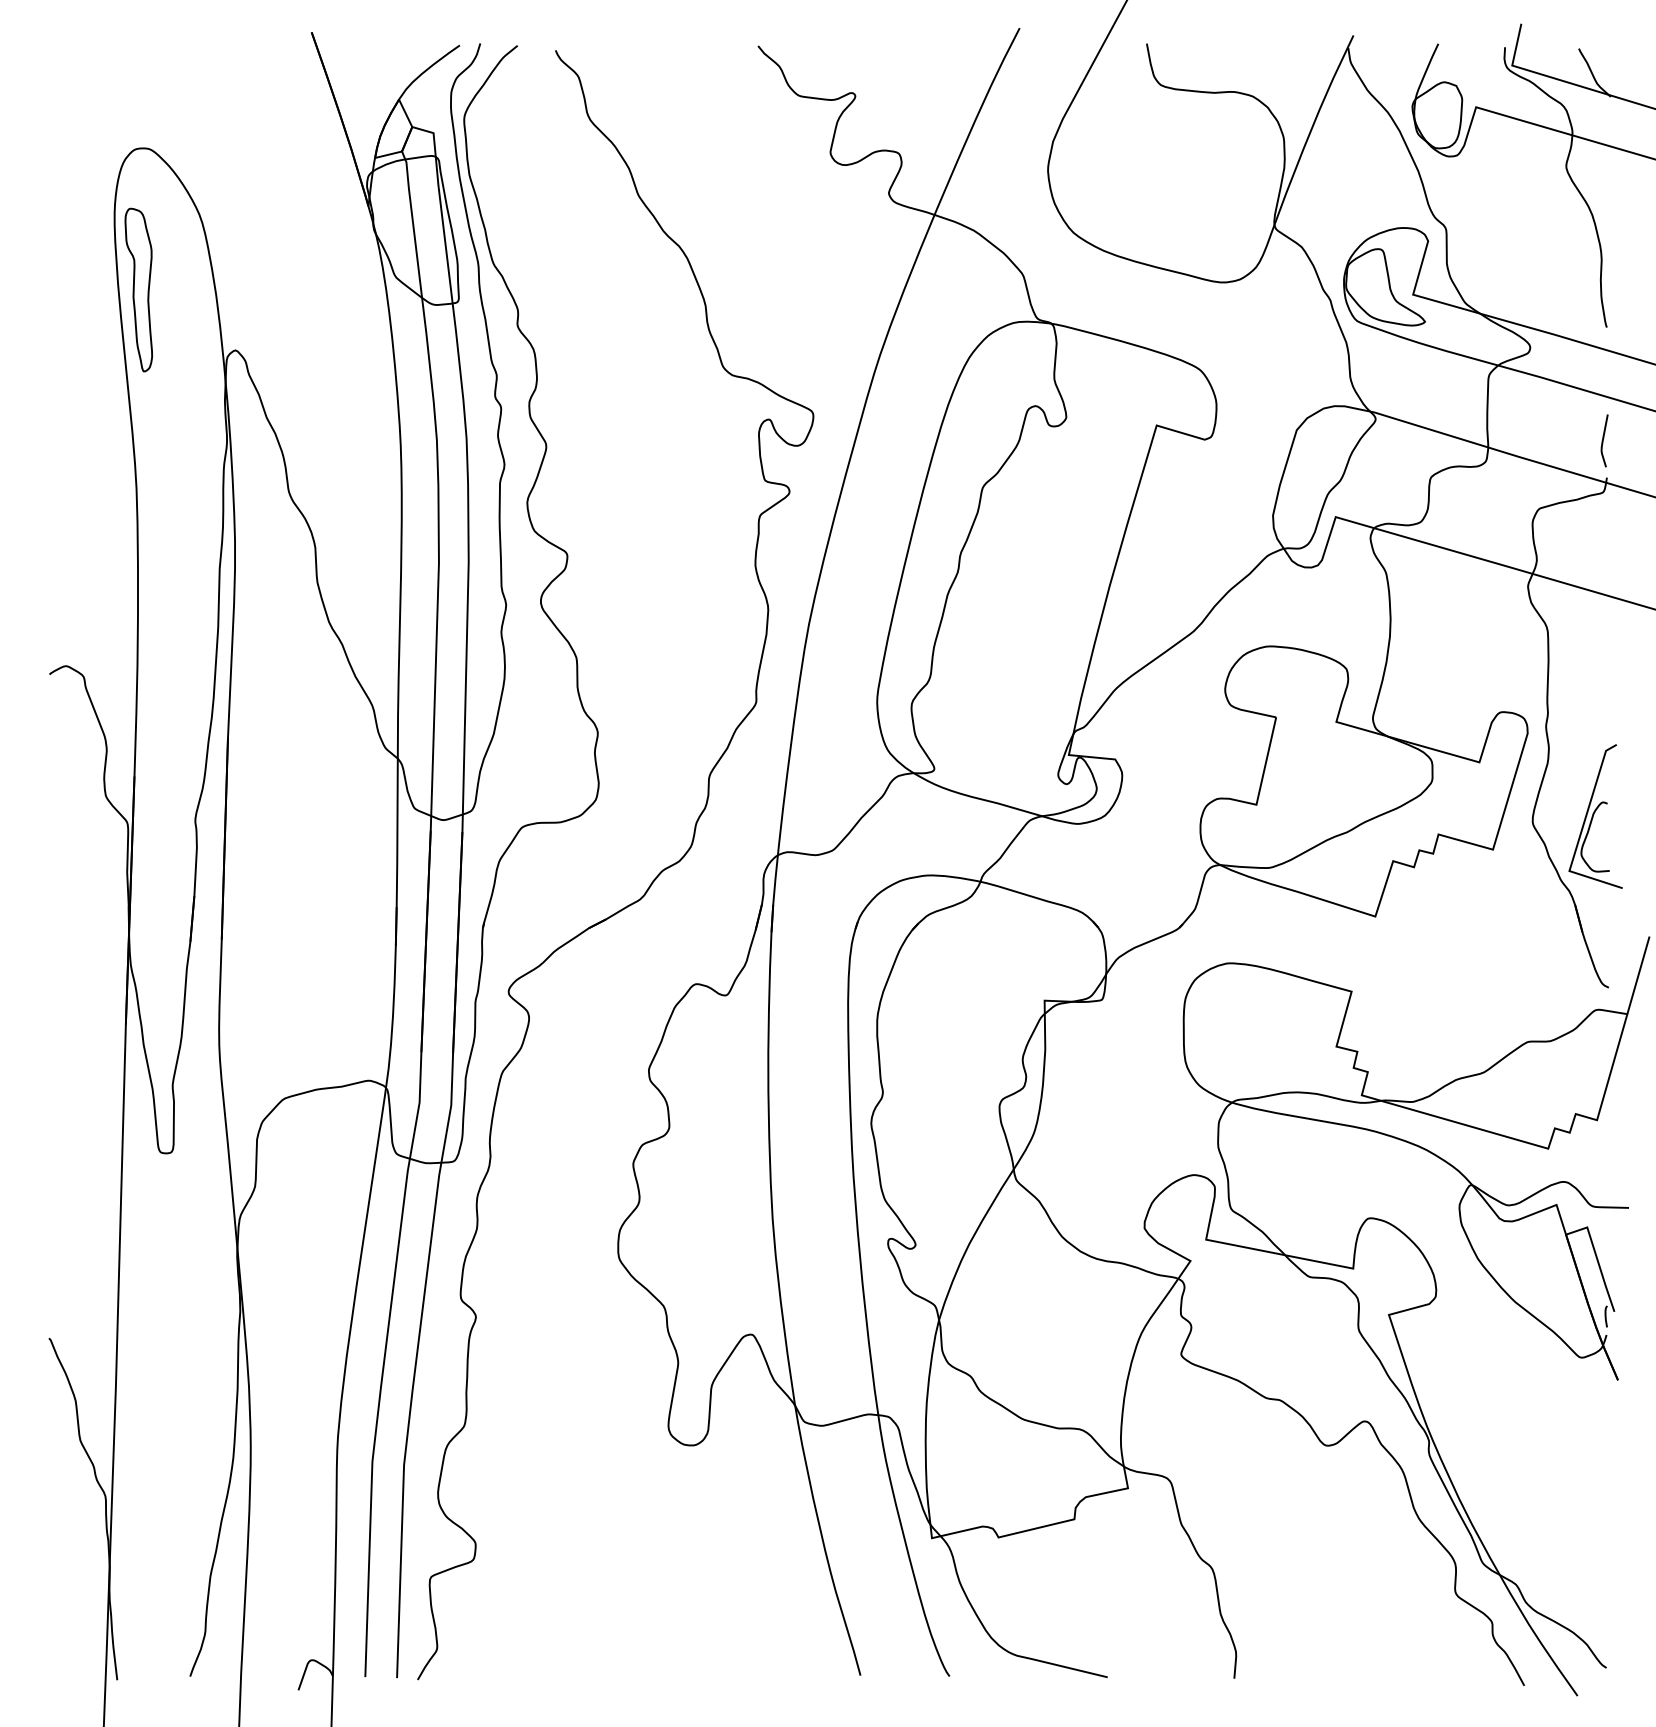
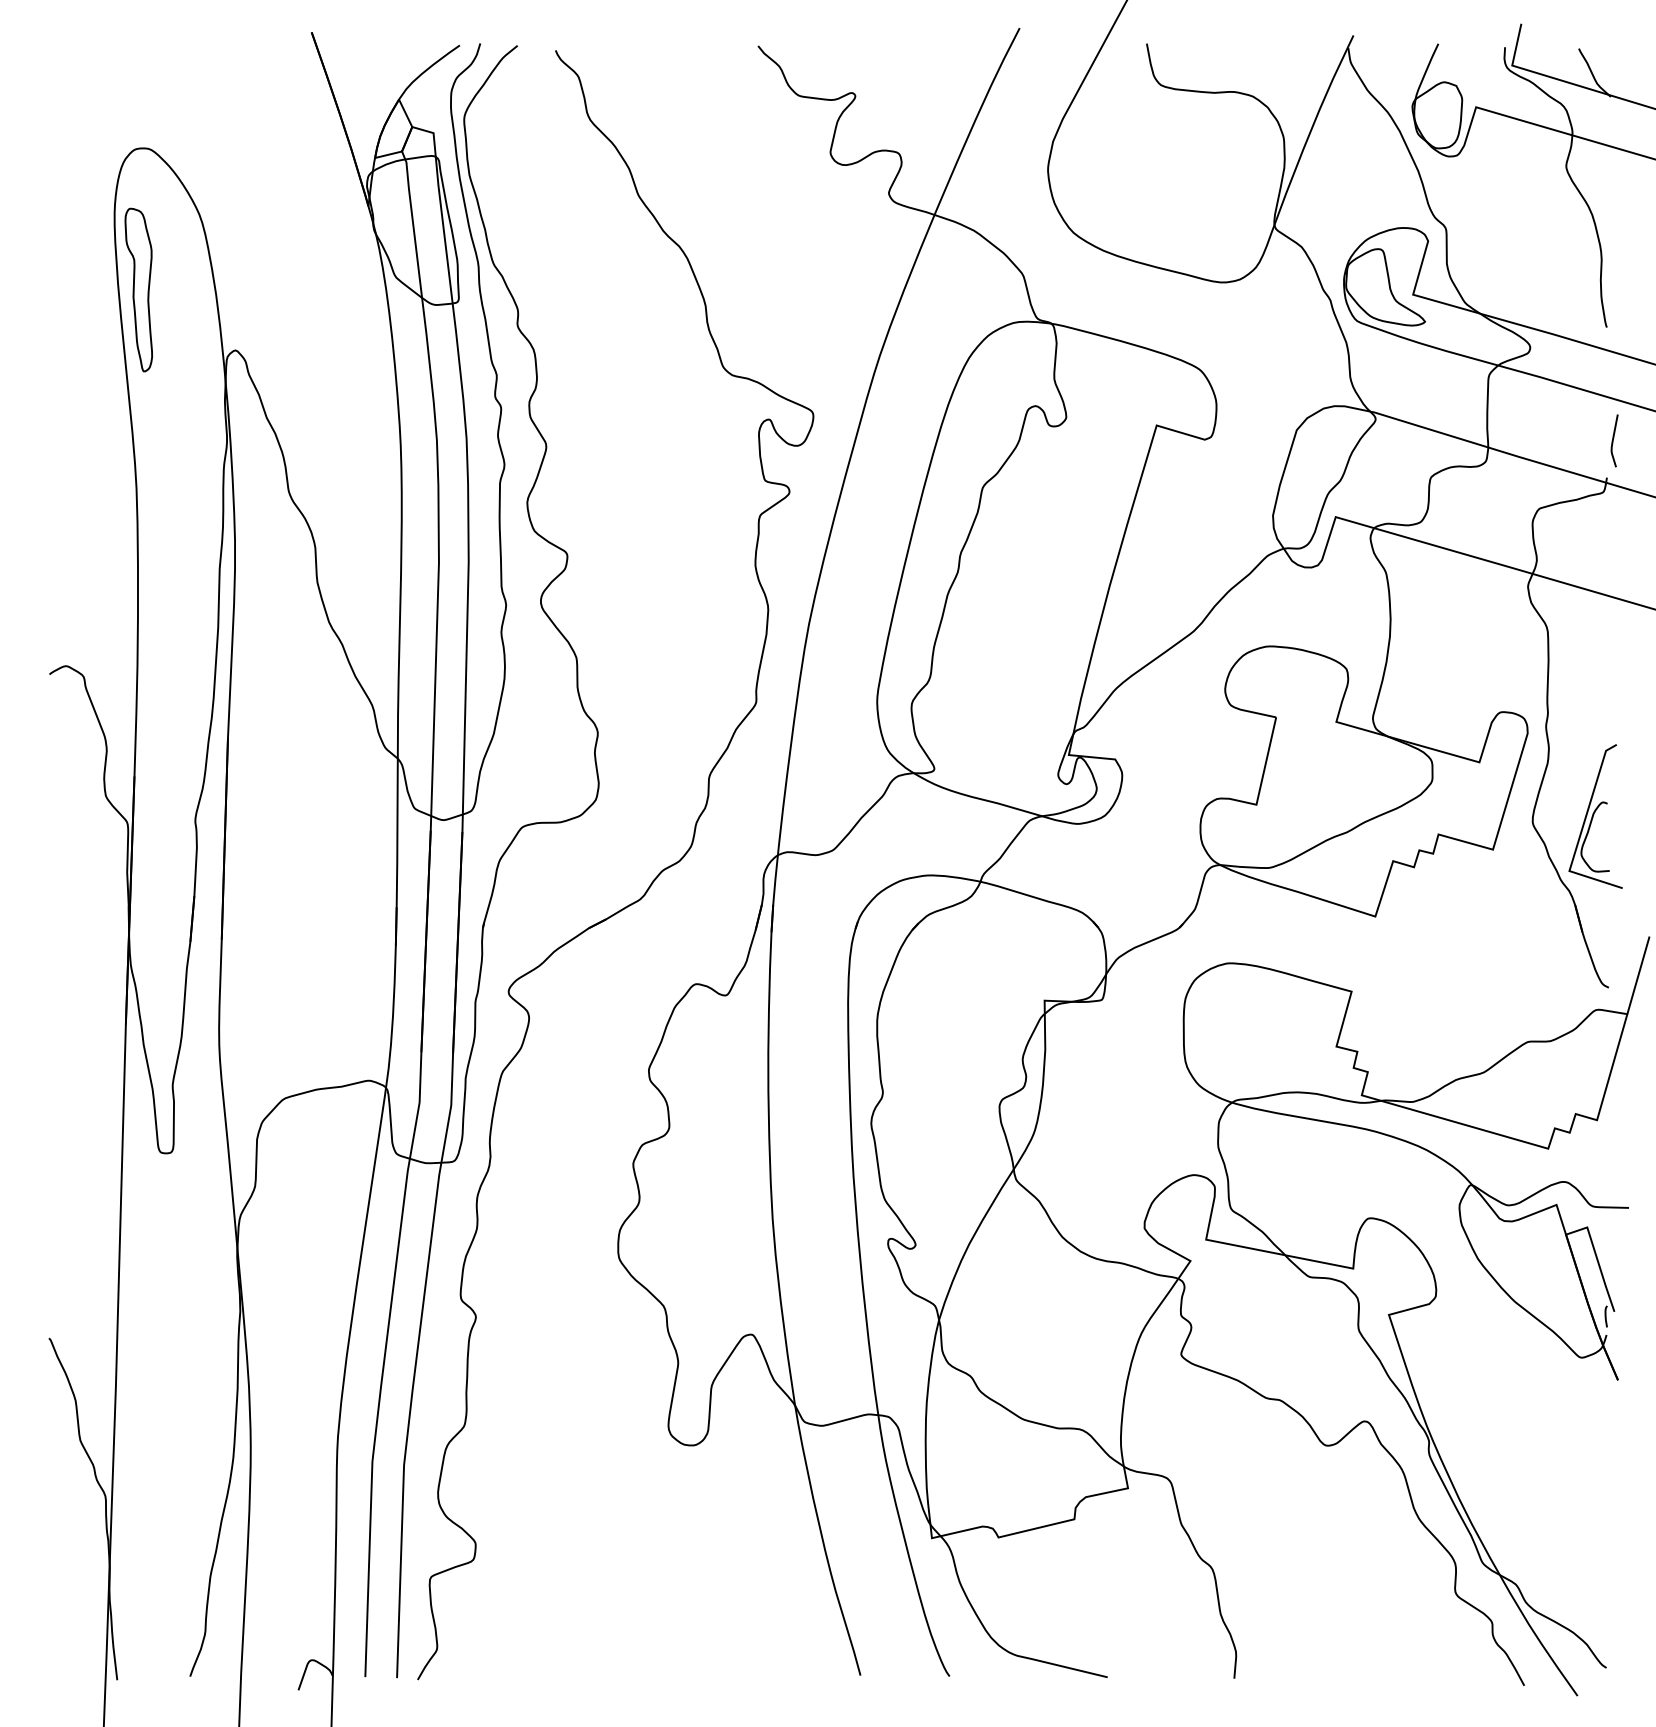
curve at (1603, 440) position: (1603, 440) -> (1613, 440)
